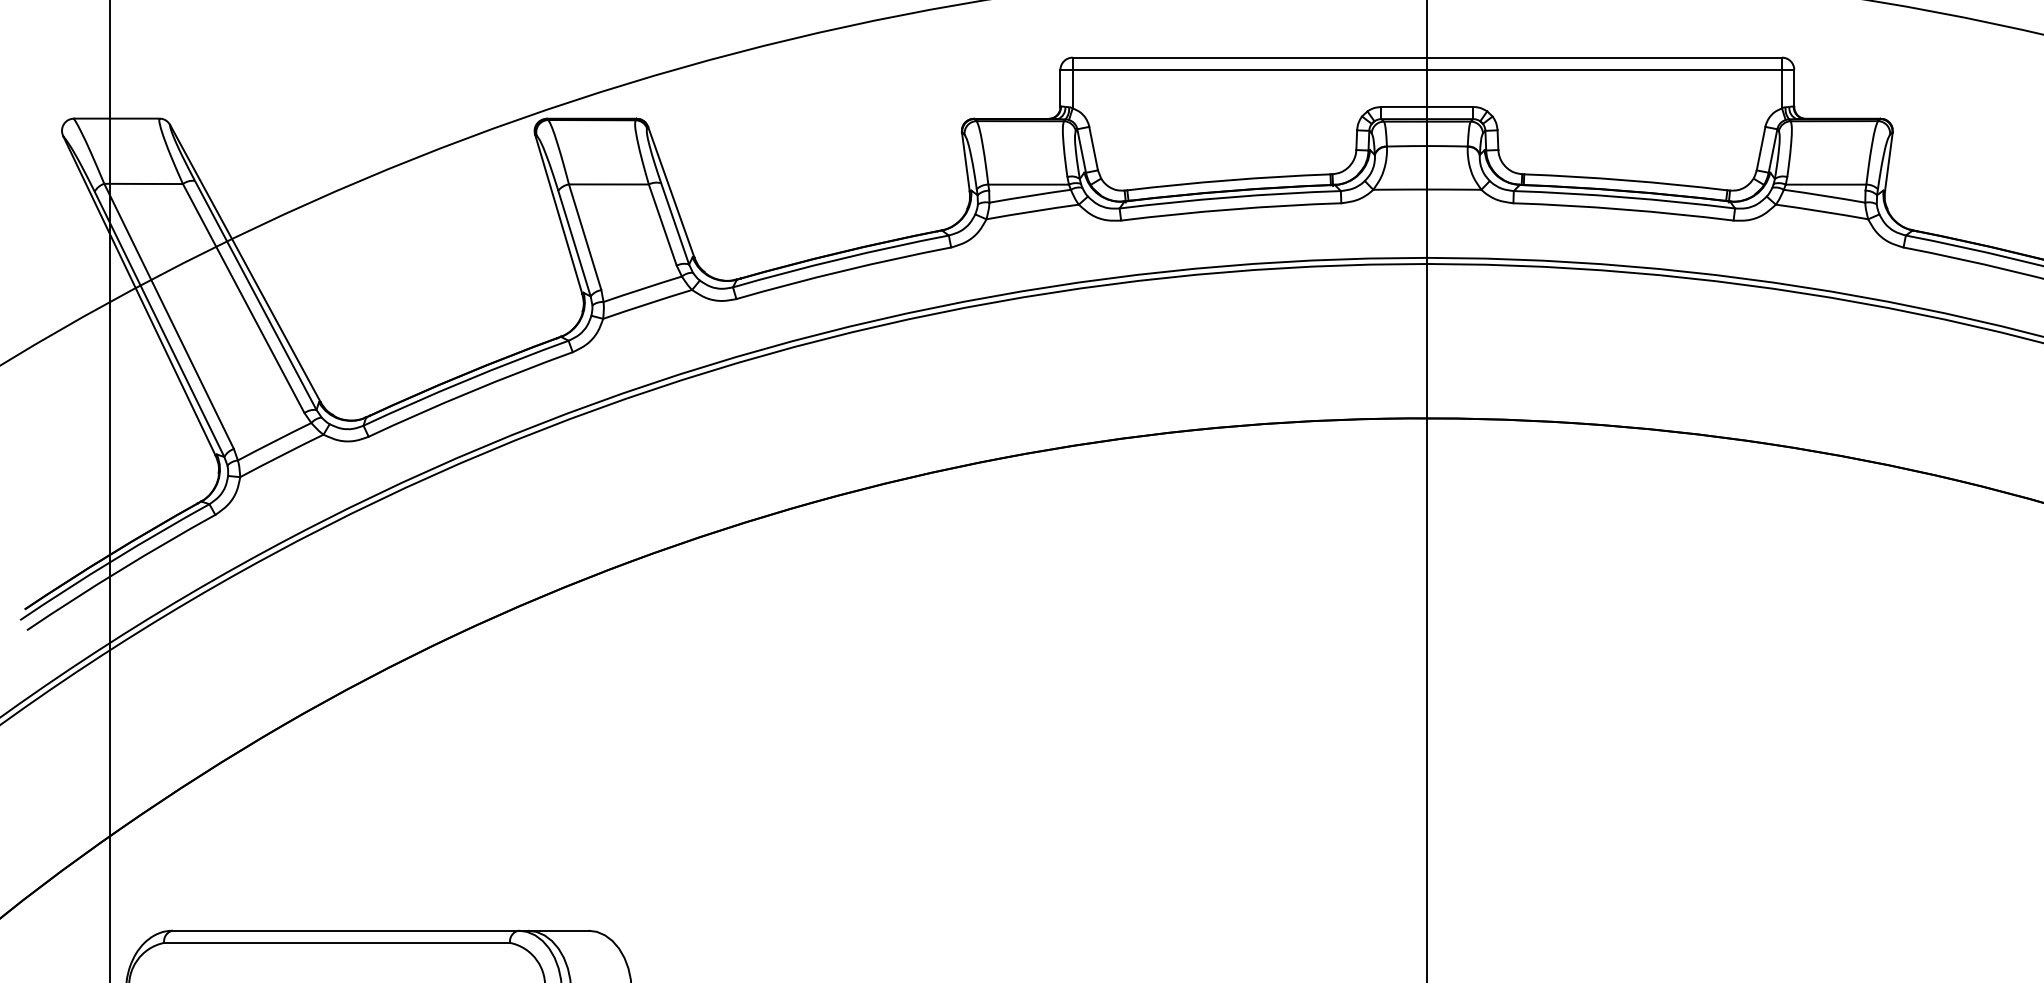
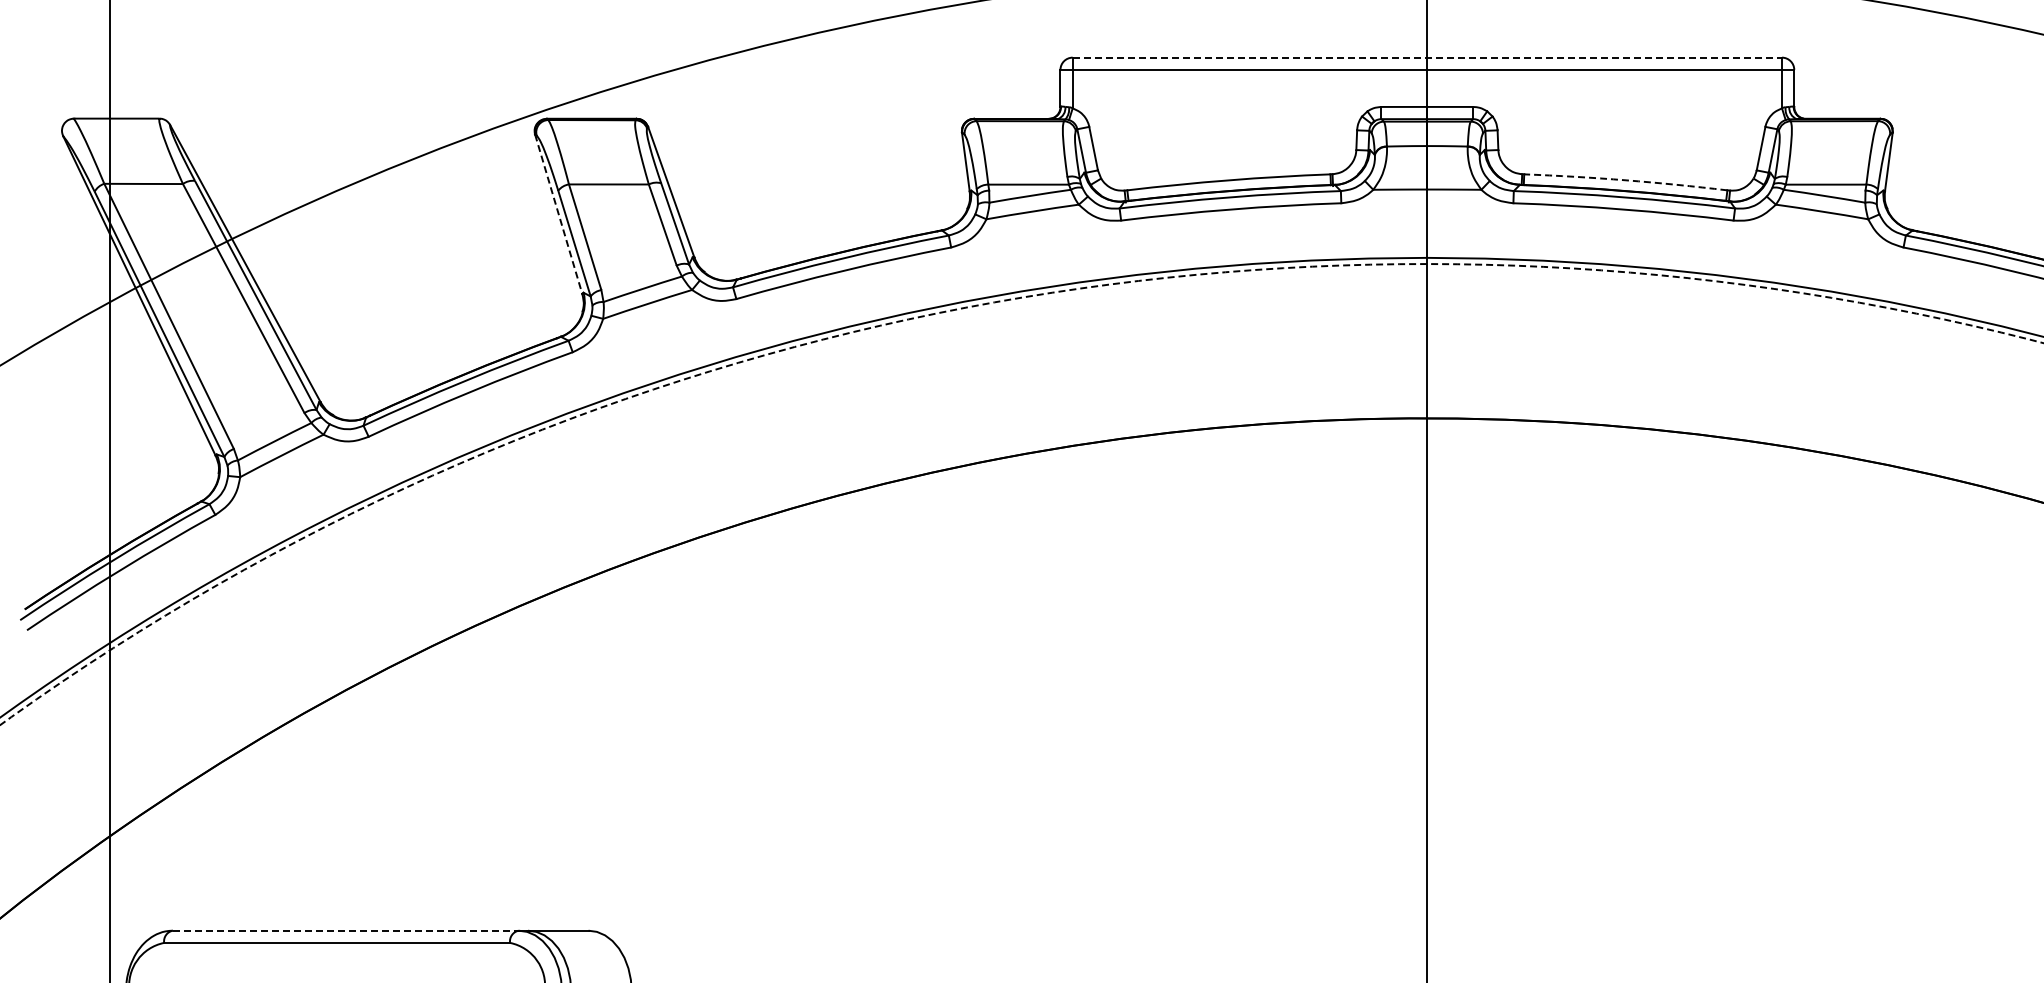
line at (1427, 57): solid -> dashed
arc at (1625, 180): solid -> dashed
line at (558, 214): solid -> dashed
arc at (978, 305): solid -> dashed
line at (345, 930): solid -> dashed
